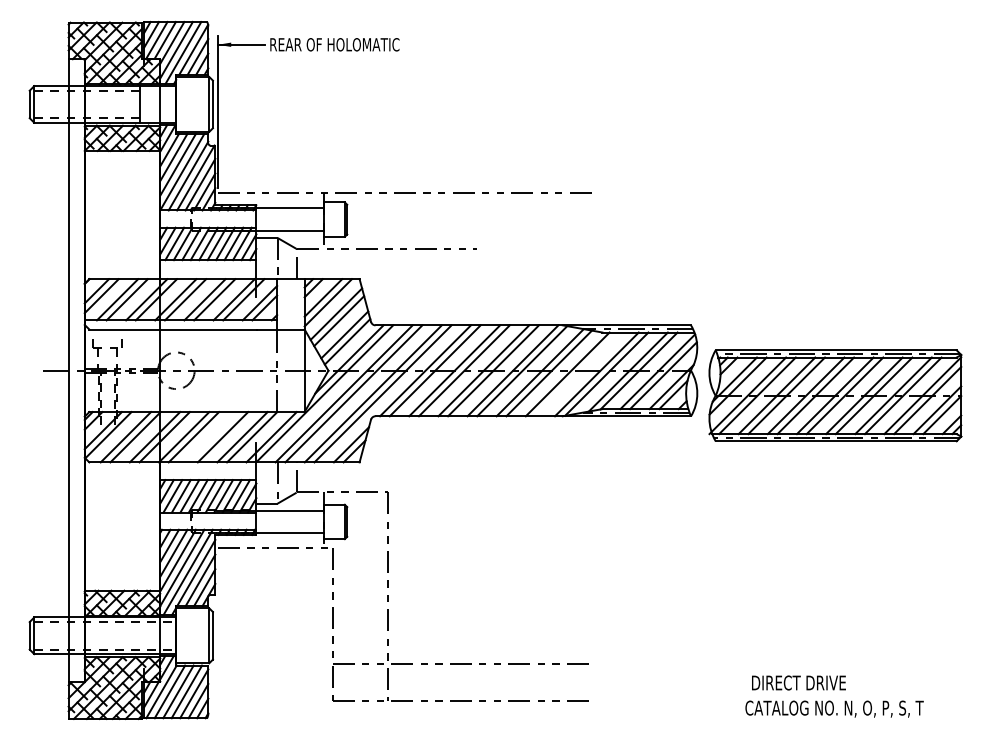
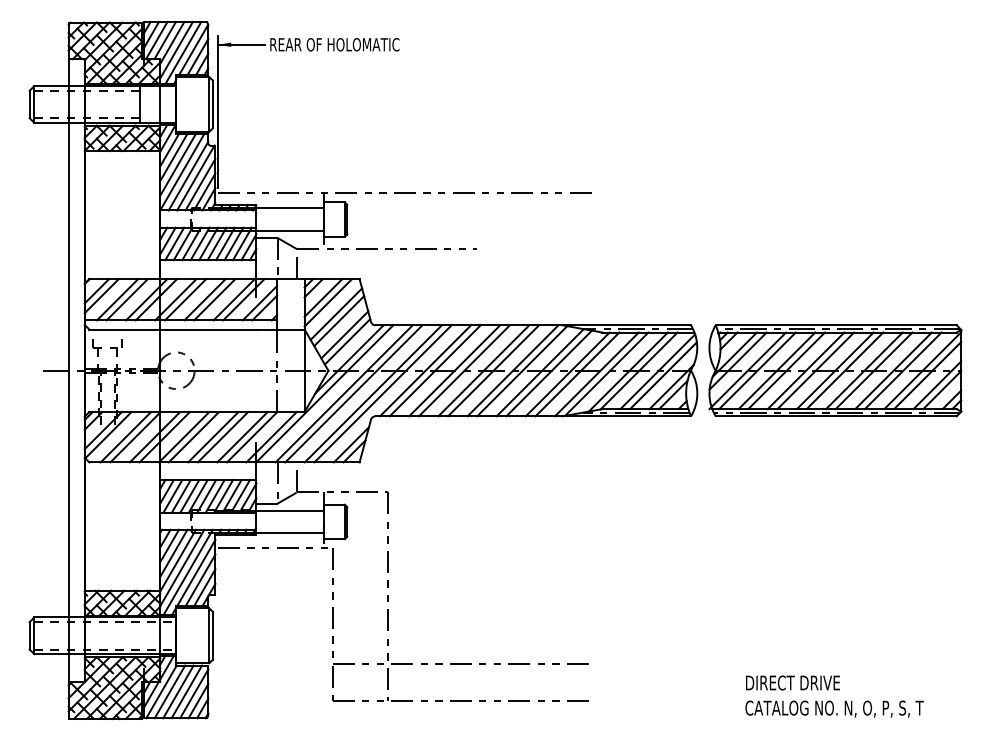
line at (577, 374): none -> present
part at (835, 395) position: (835, 395) -> (835, 370)
line at (213, 437): none -> present
text at (798, 682) position: (798, 682) -> (792, 682)
